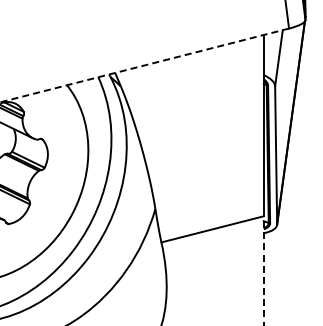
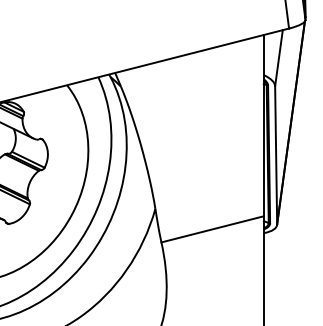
line at (144, 65): dashed -> solid
line at (263, 270): dashed -> solid
